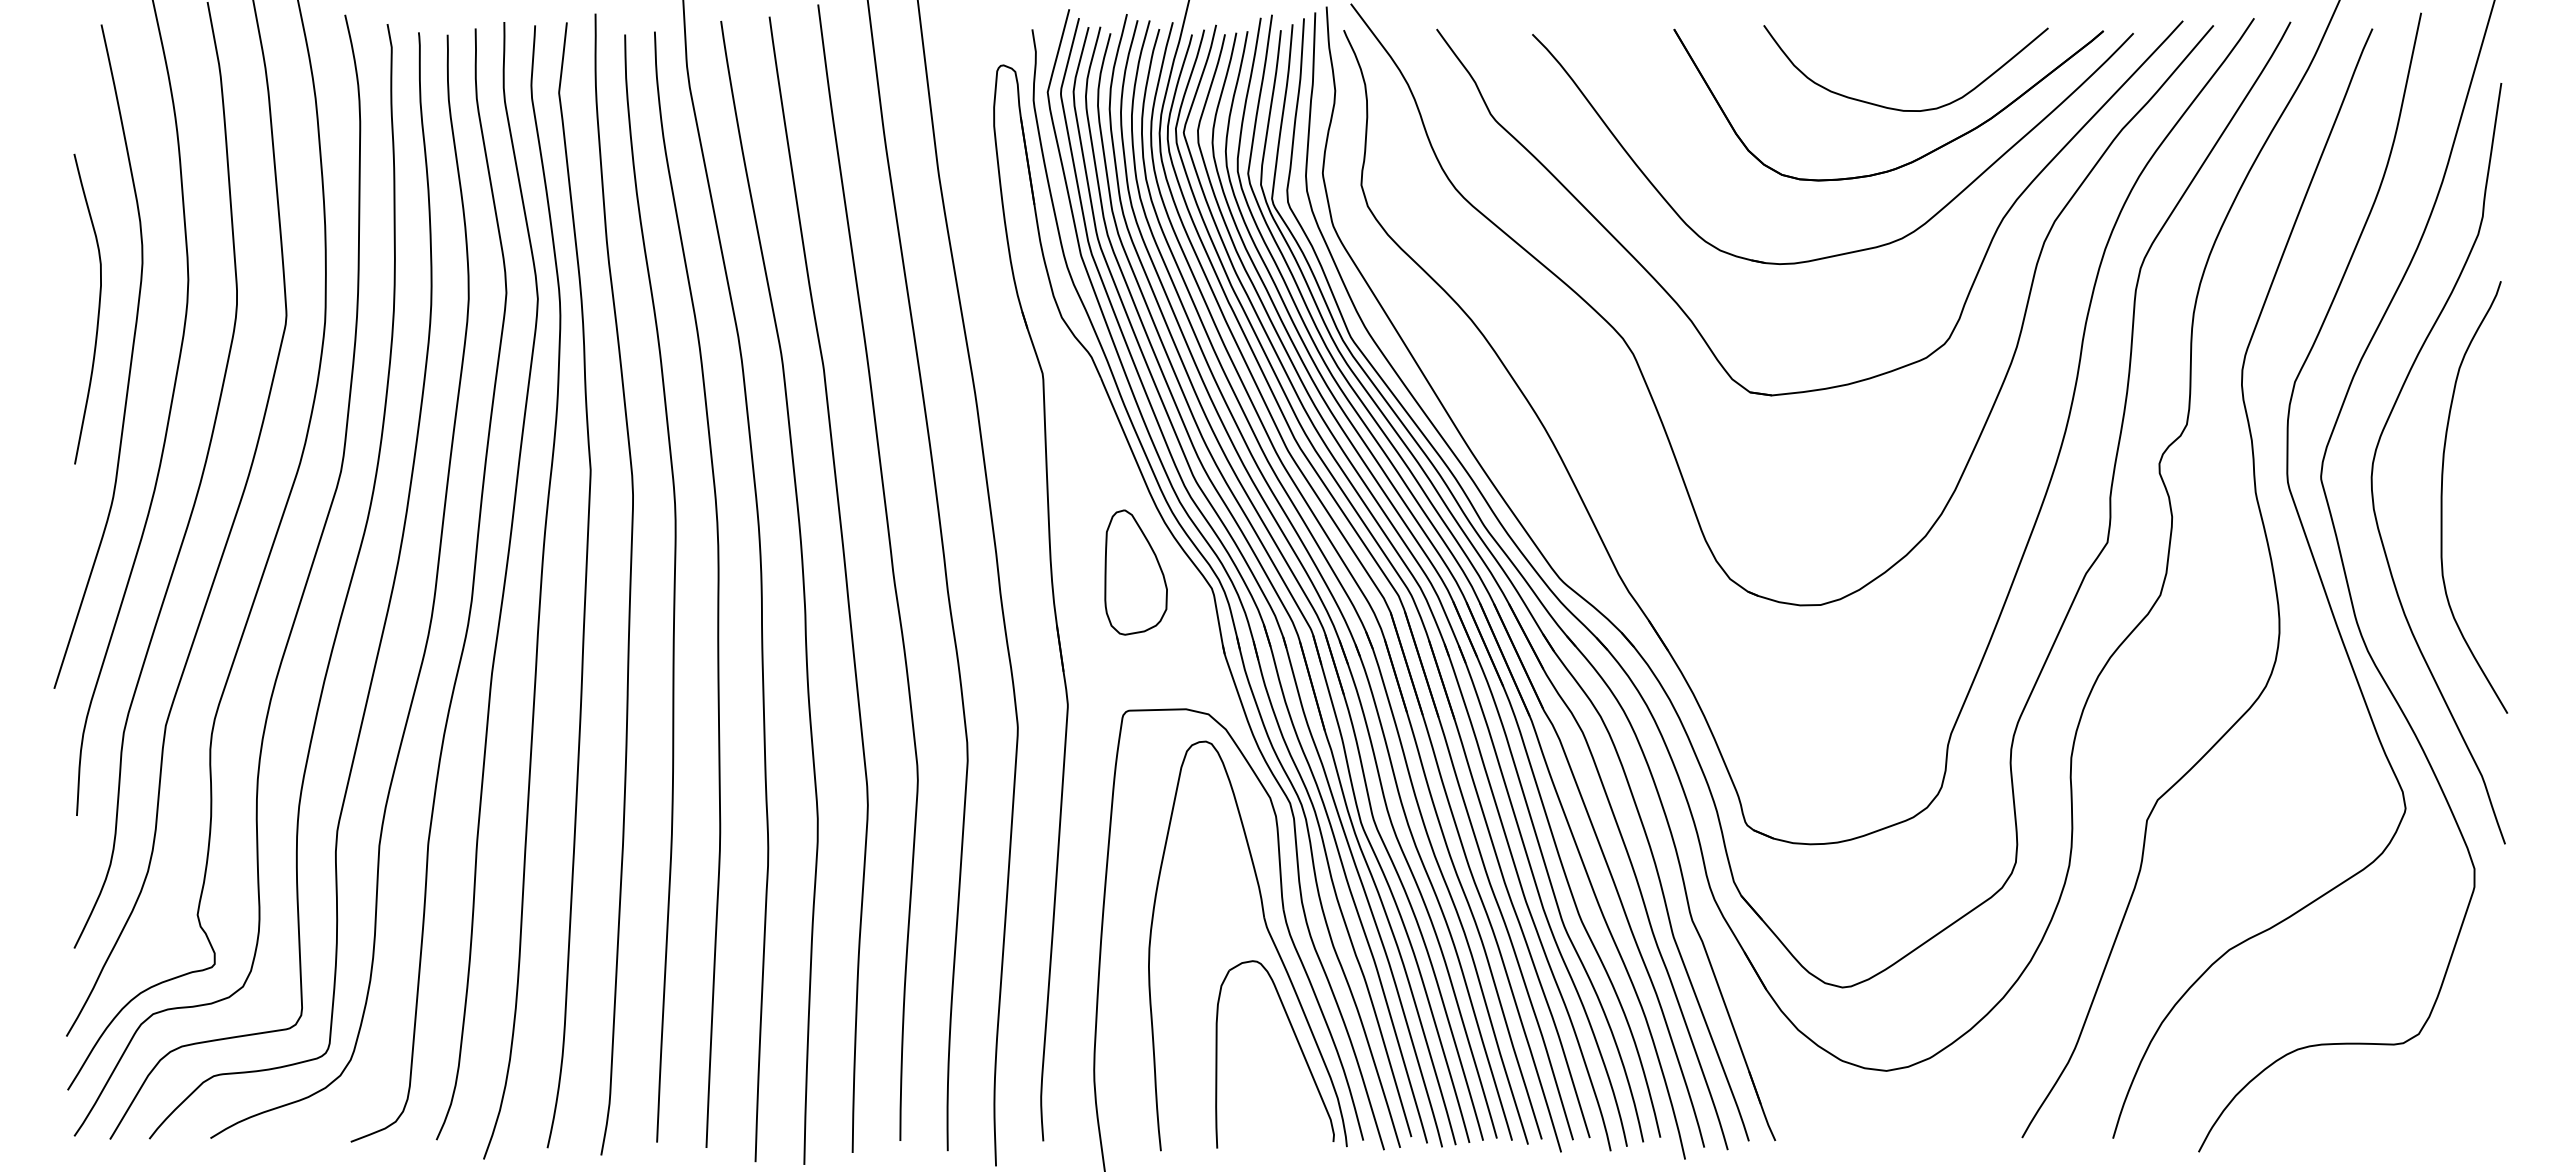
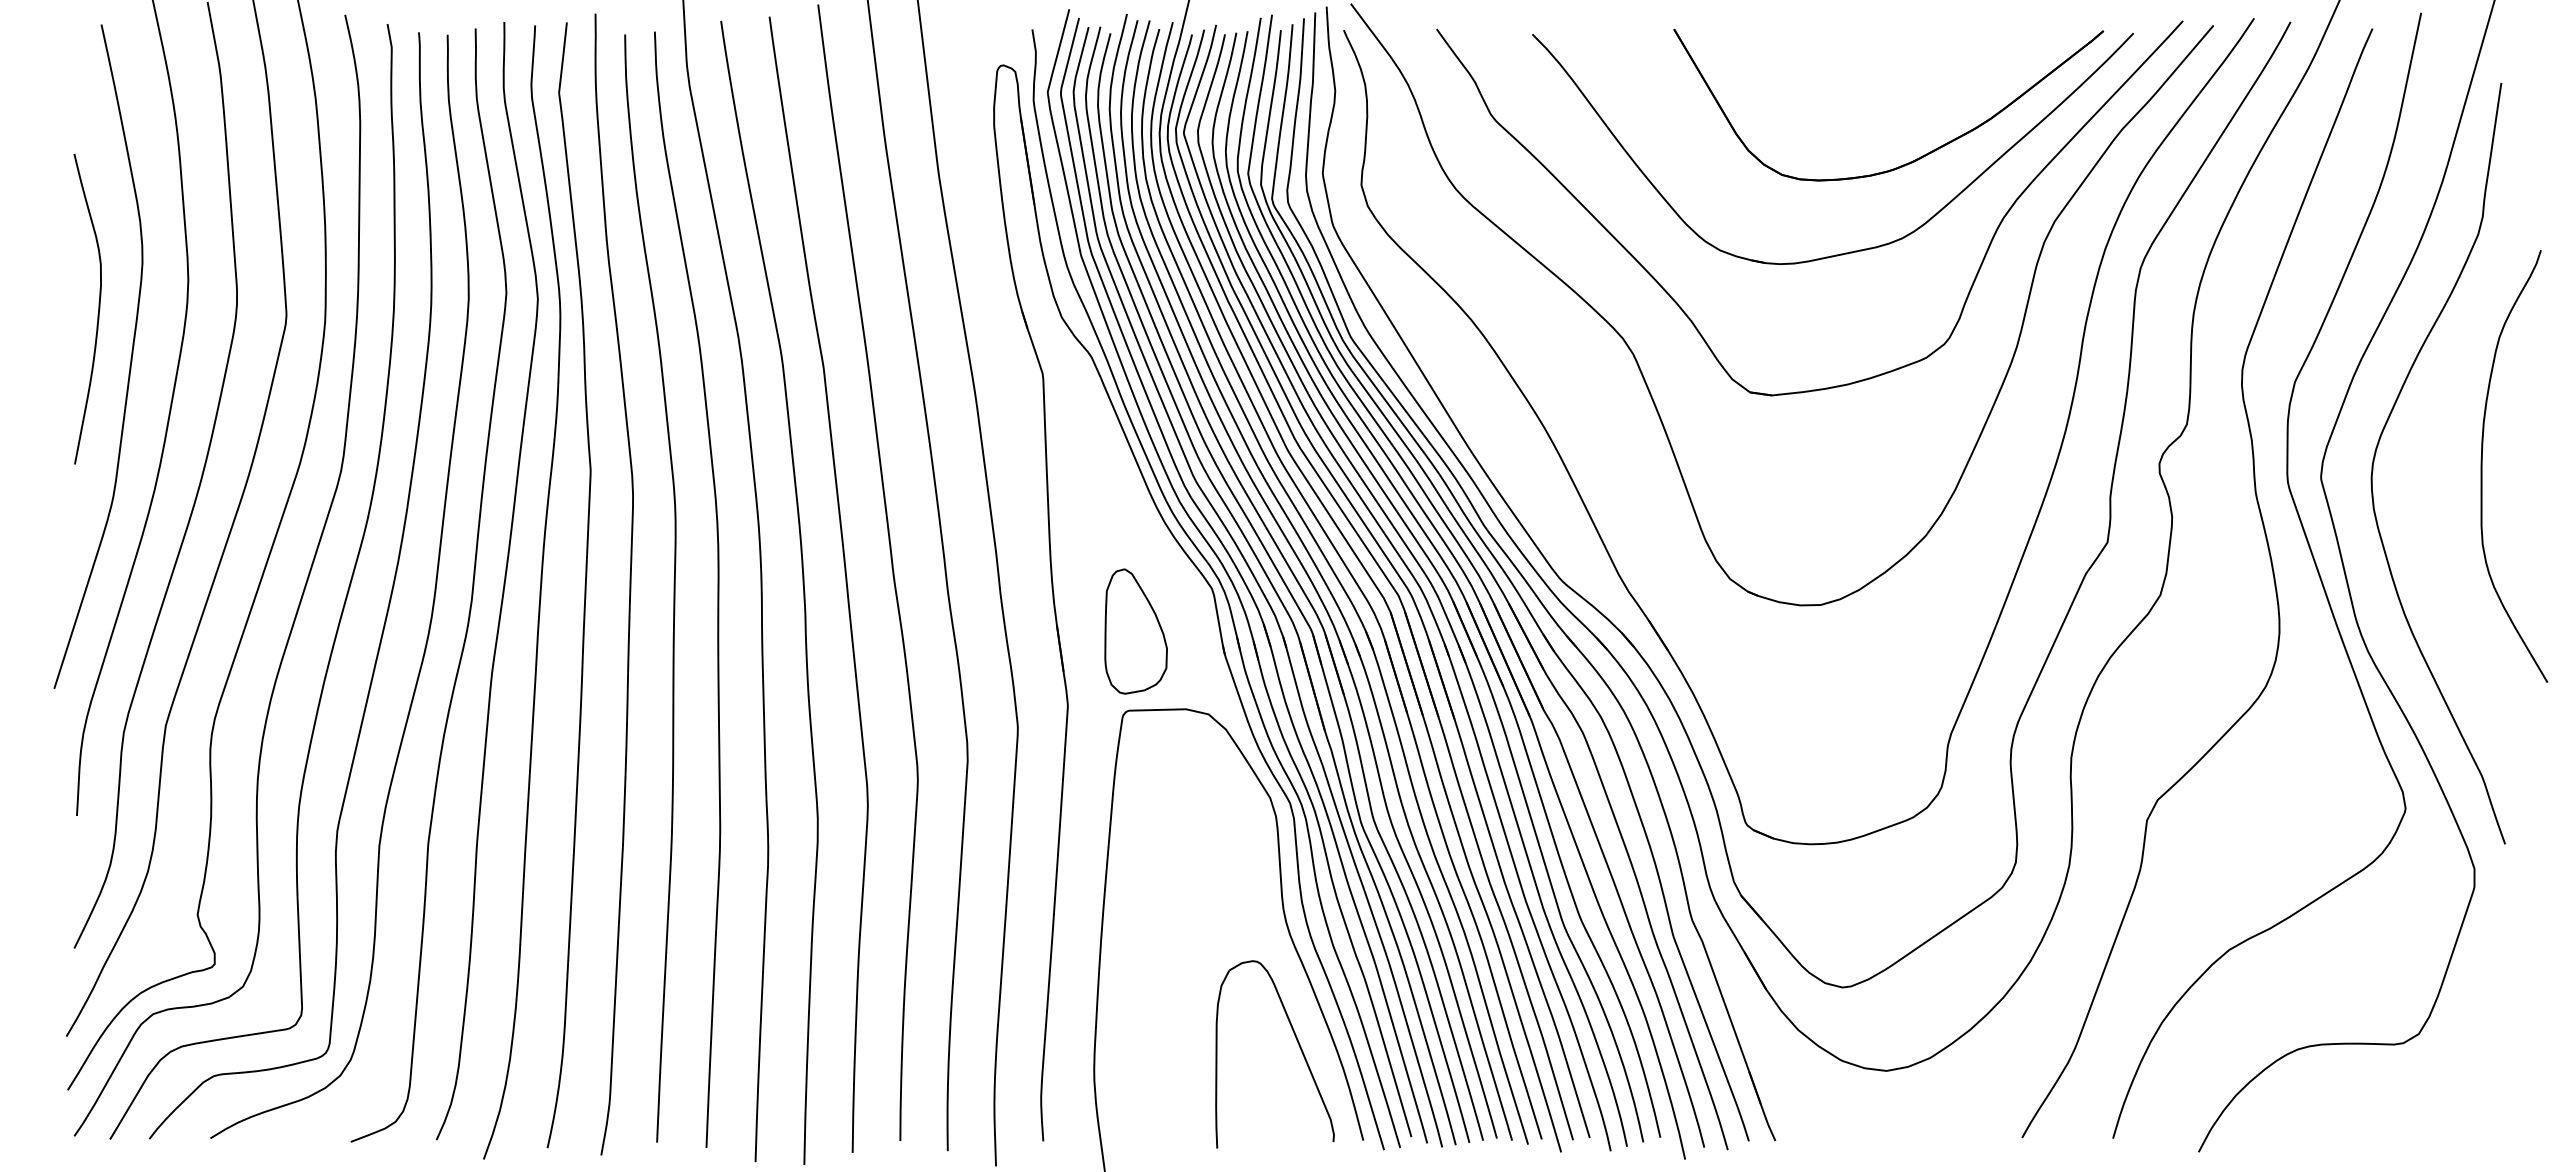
curve at (1897, 108): present -> none
curve at (2442, 497) position: (2442, 497) -> (2482, 466)
part at (1135, 572) position: (1135, 572) -> (1135, 631)
part at (1270, 938): present -> none
